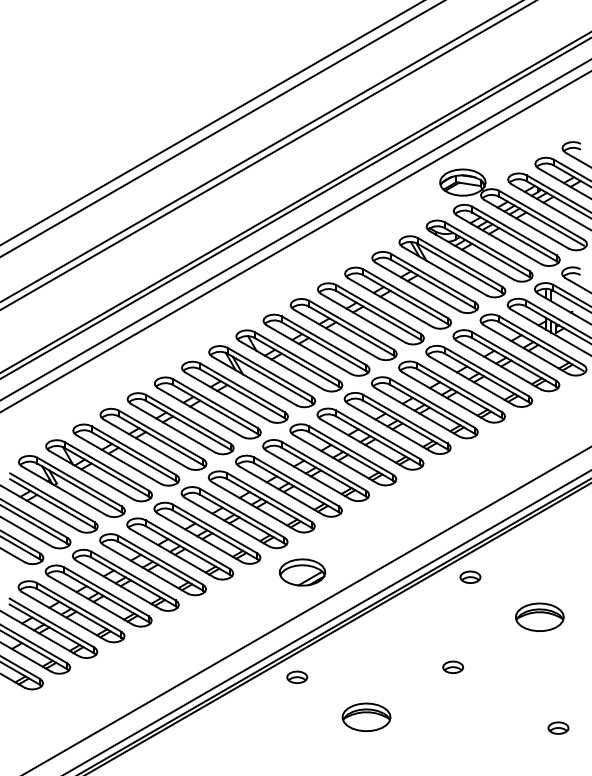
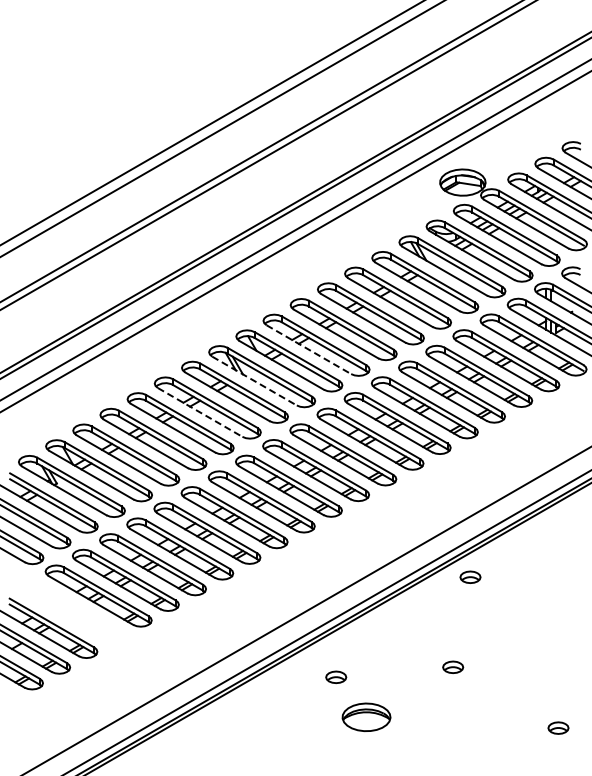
line at (308, 349): solid -> dashed
line at (254, 381): solid -> dashed
line at (200, 412): solid -> dashed
part at (302, 572): present -> none
part at (71, 611): present -> none
part at (539, 616): present -> none
part at (297, 676) position: (297, 676) -> (336, 676)
